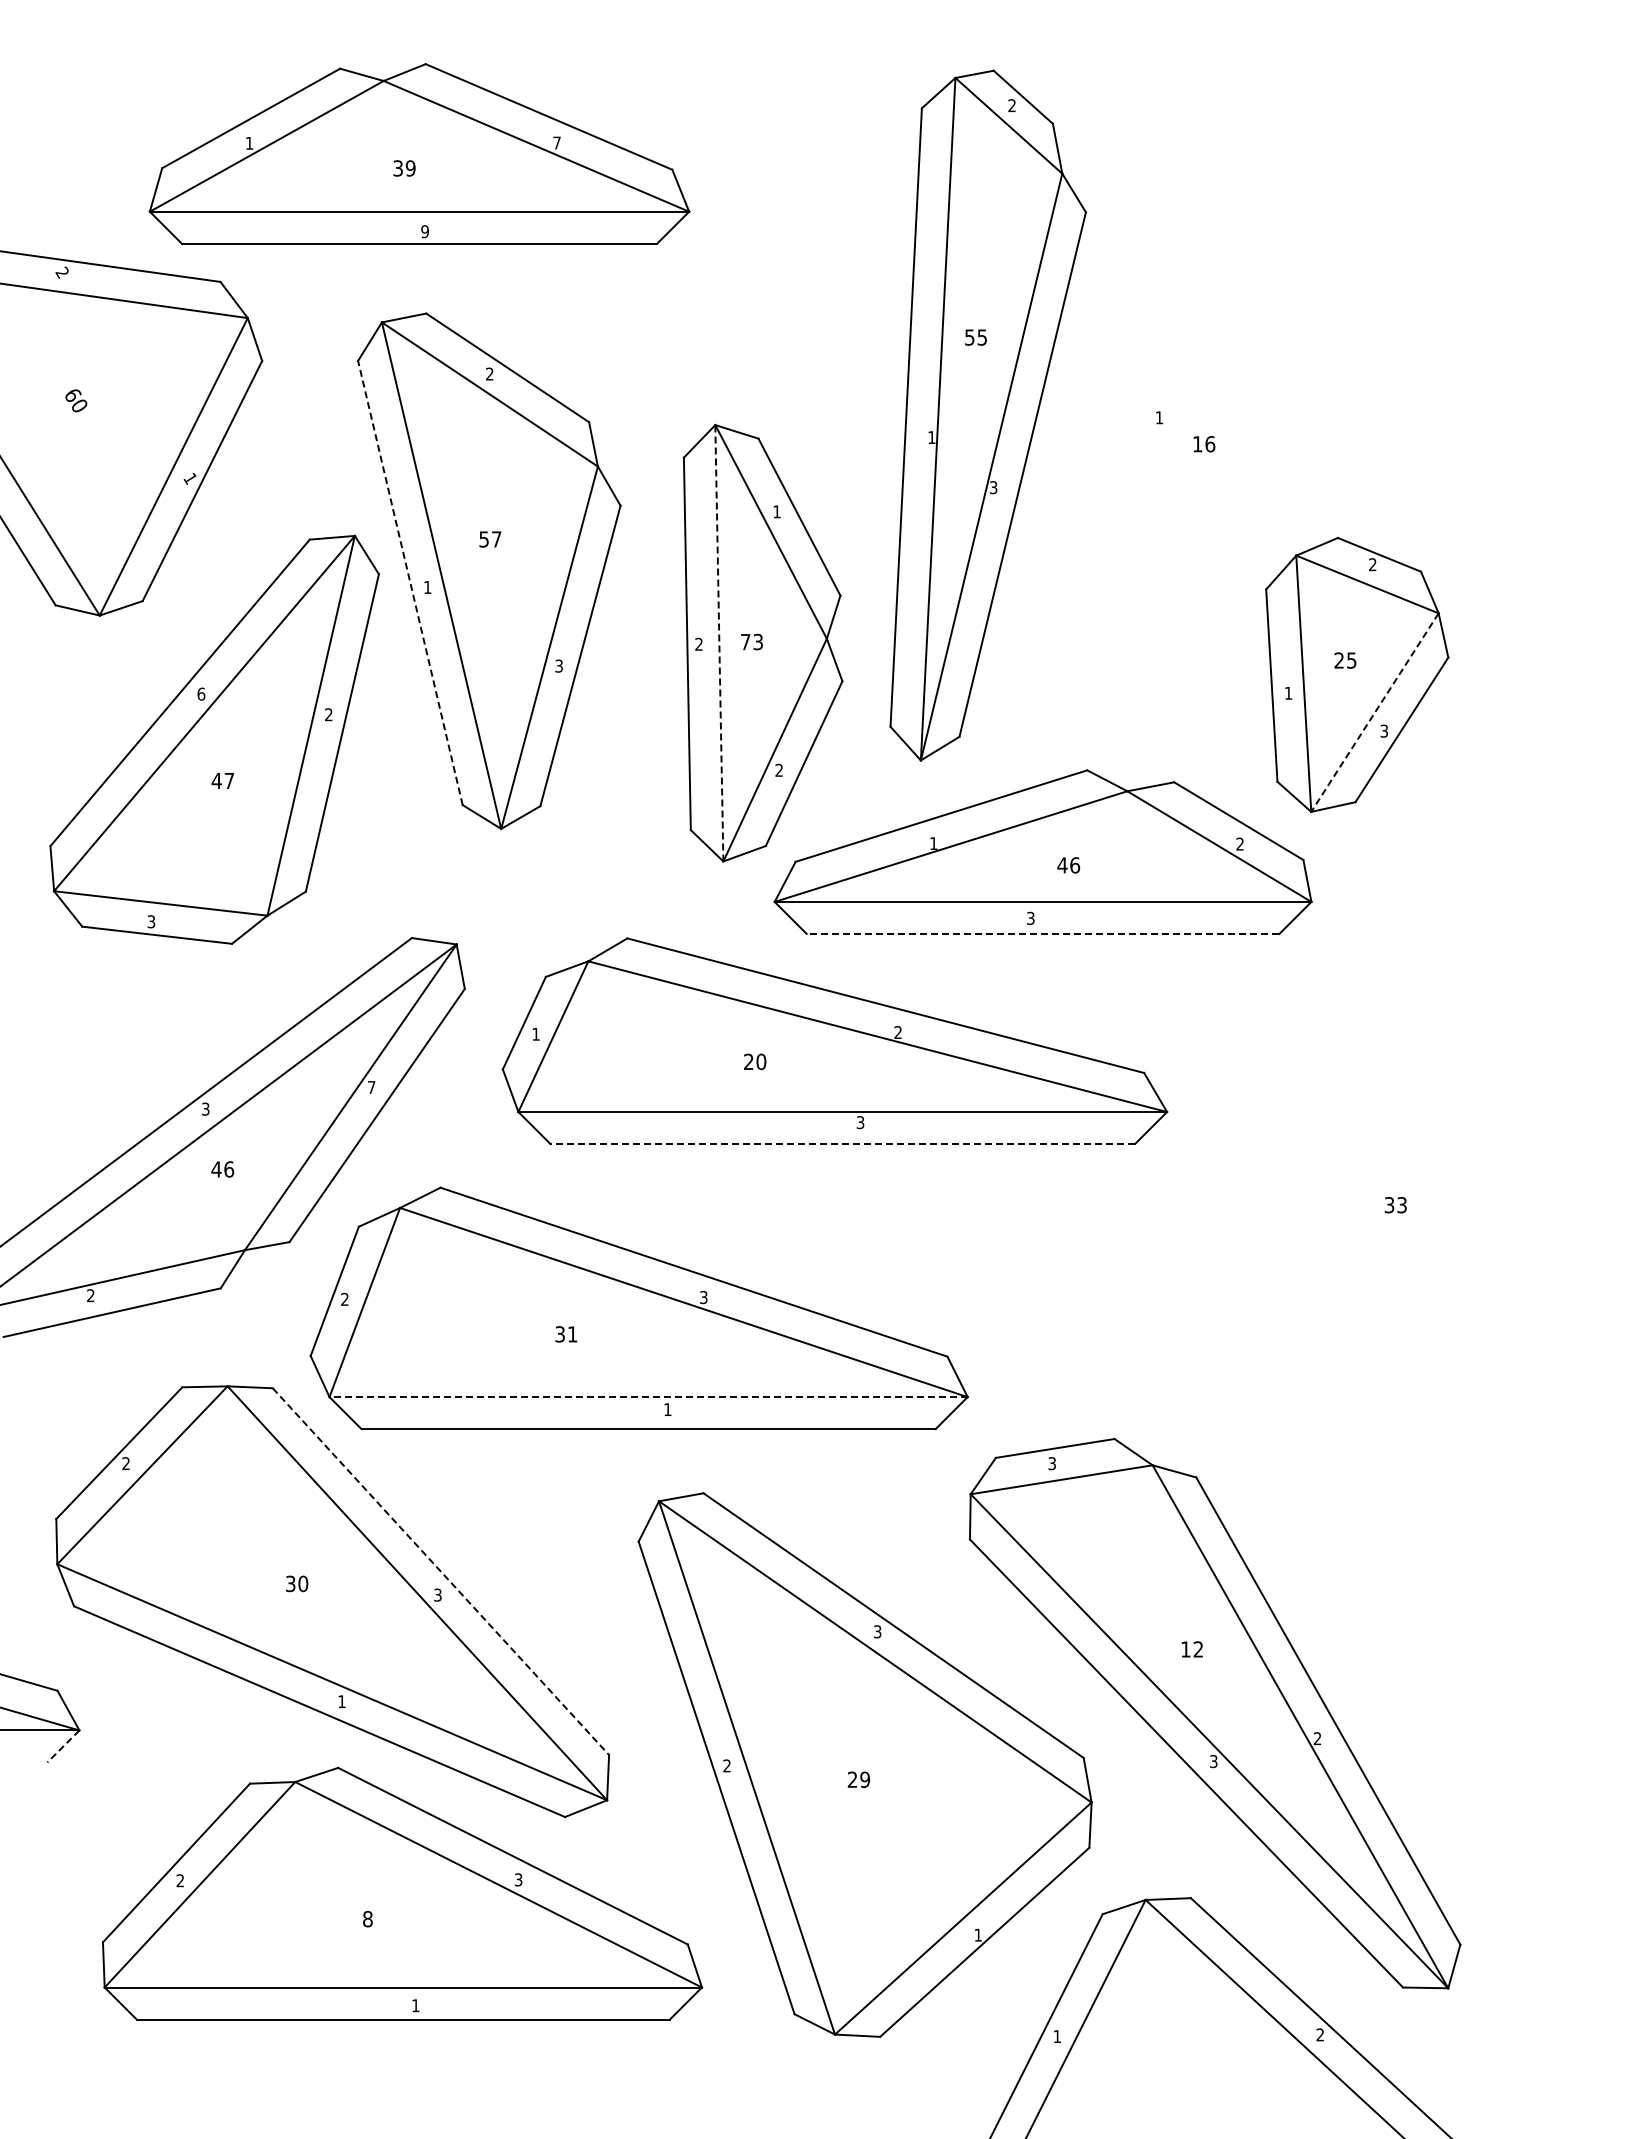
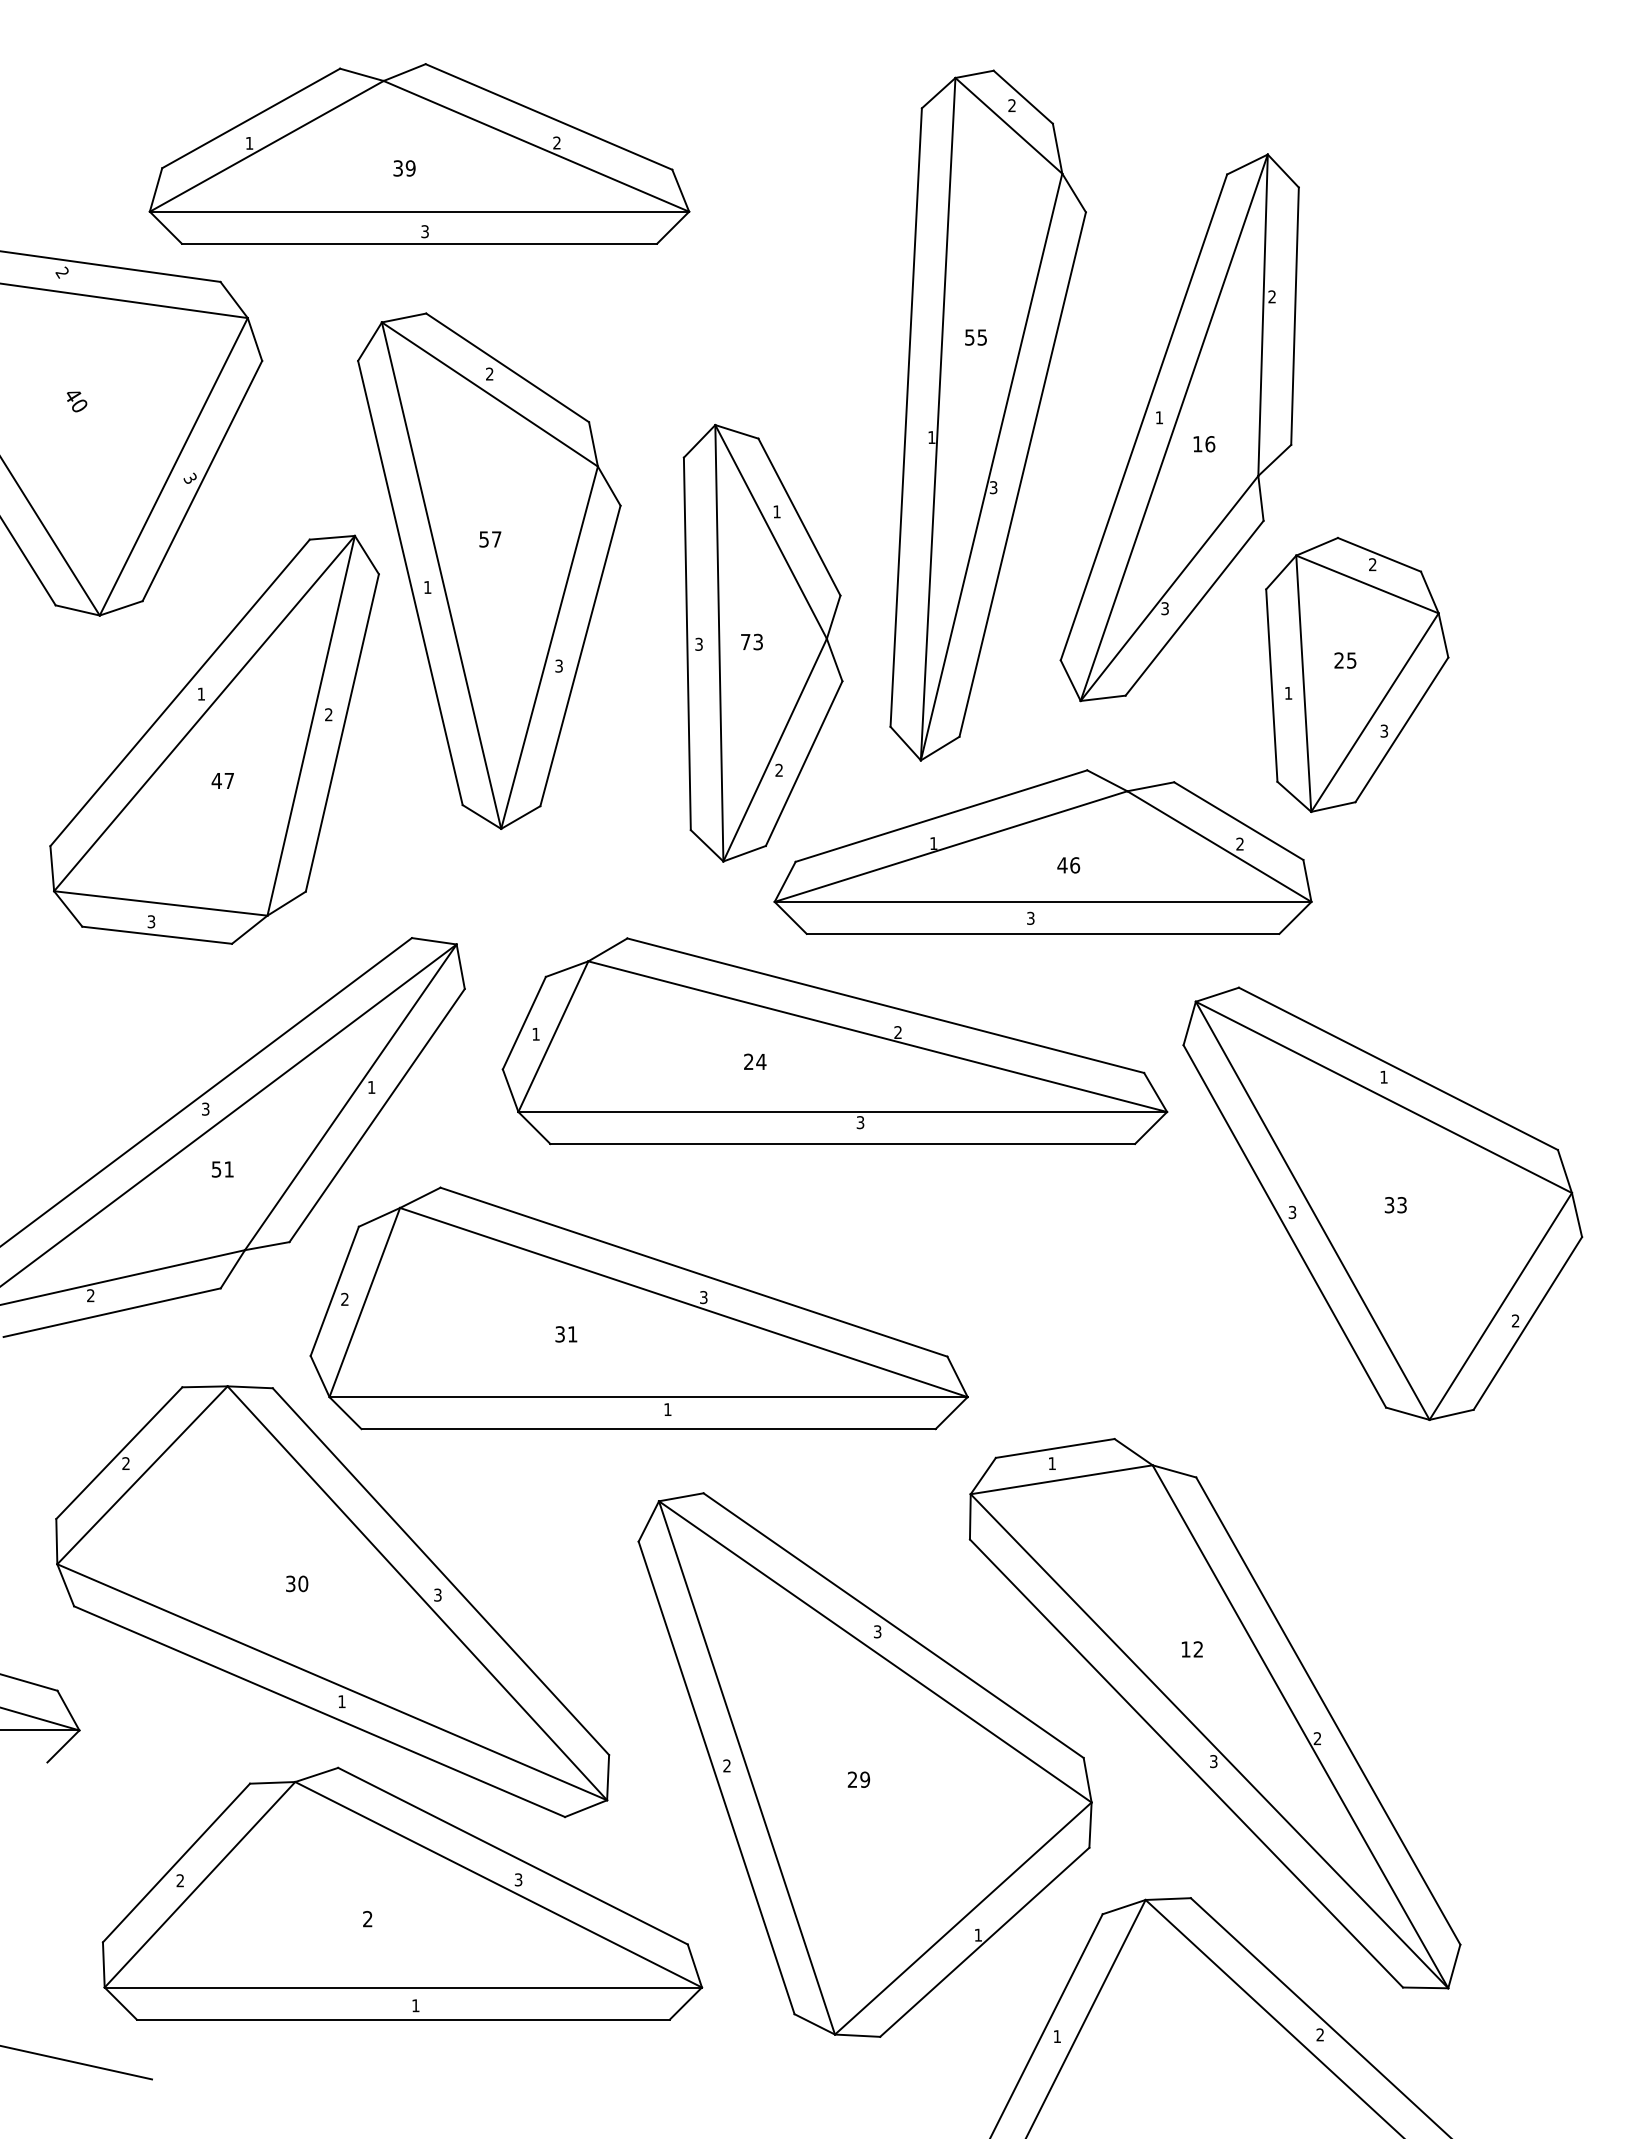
text at (556, 142): 7 -> 2
text at (424, 231): 9 -> 3
text at (73, 395): 60 -> 40
part at (1179, 427): none -> present
text at (189, 478): 1 -> 3
line at (410, 582): dashed -> solid
line at (719, 642): dashed -> solid
text at (698, 644): 2 -> 3
text at (201, 693): 6 -> 1
line at (1374, 712): dashed -> solid
line at (1042, 933): dashed -> solid
text at (761, 1061): 20 -> 24
text at (371, 1087): 7 -> 1
line at (842, 1144): dashed -> solid
text at (222, 1169): 46 -> 51
part at (1382, 1203): none -> present
line at (648, 1397): dashed -> solid
text at (1051, 1463): 3 -> 1
line at (440, 1571): dashed -> solid
line at (63, 1746): dashed -> solid
text at (367, 1919): 8 -> 2
line at (77, 2062): none -> present
